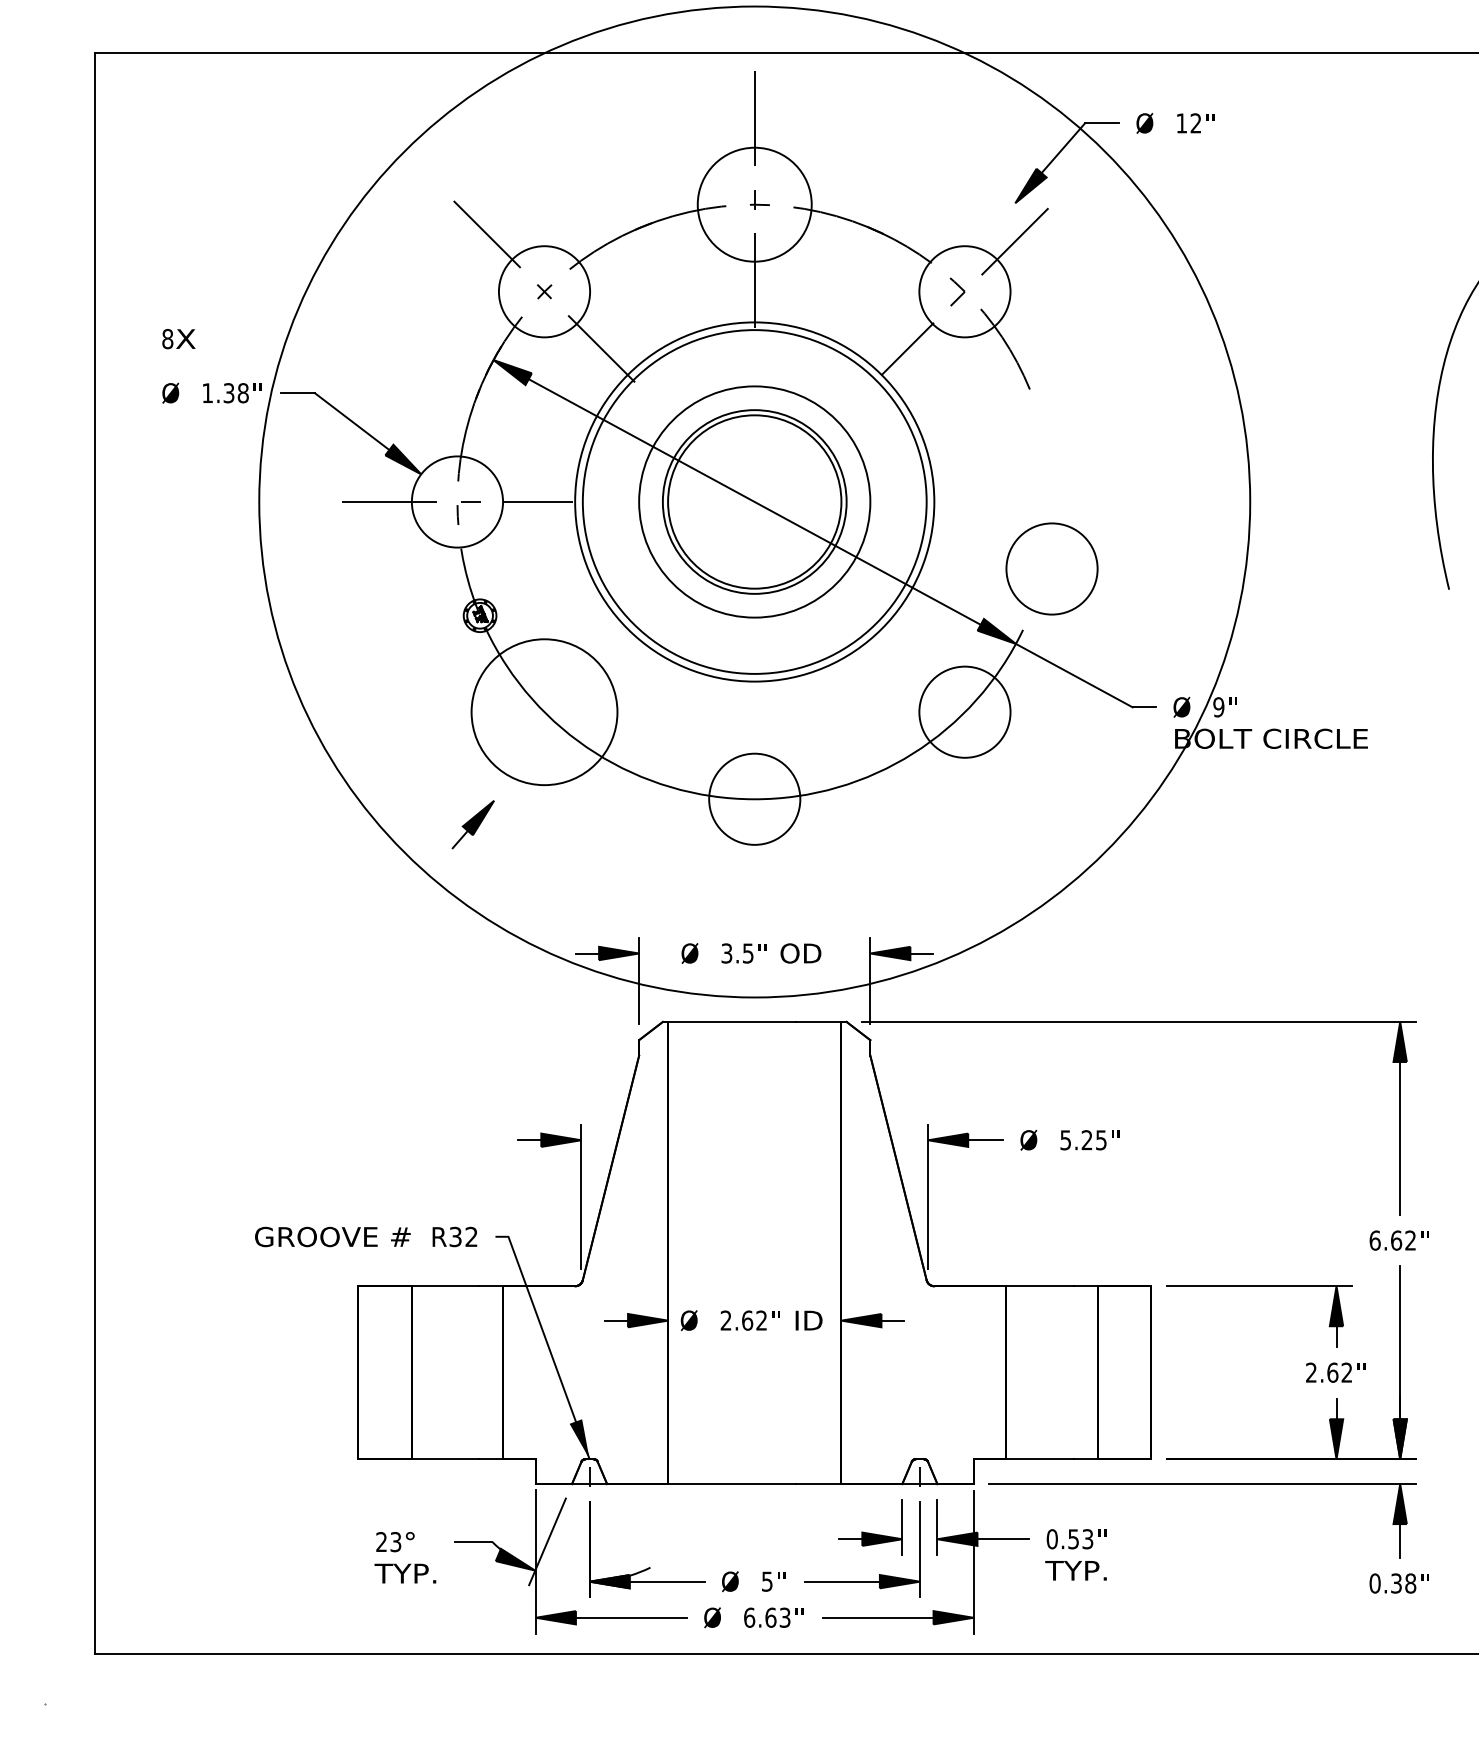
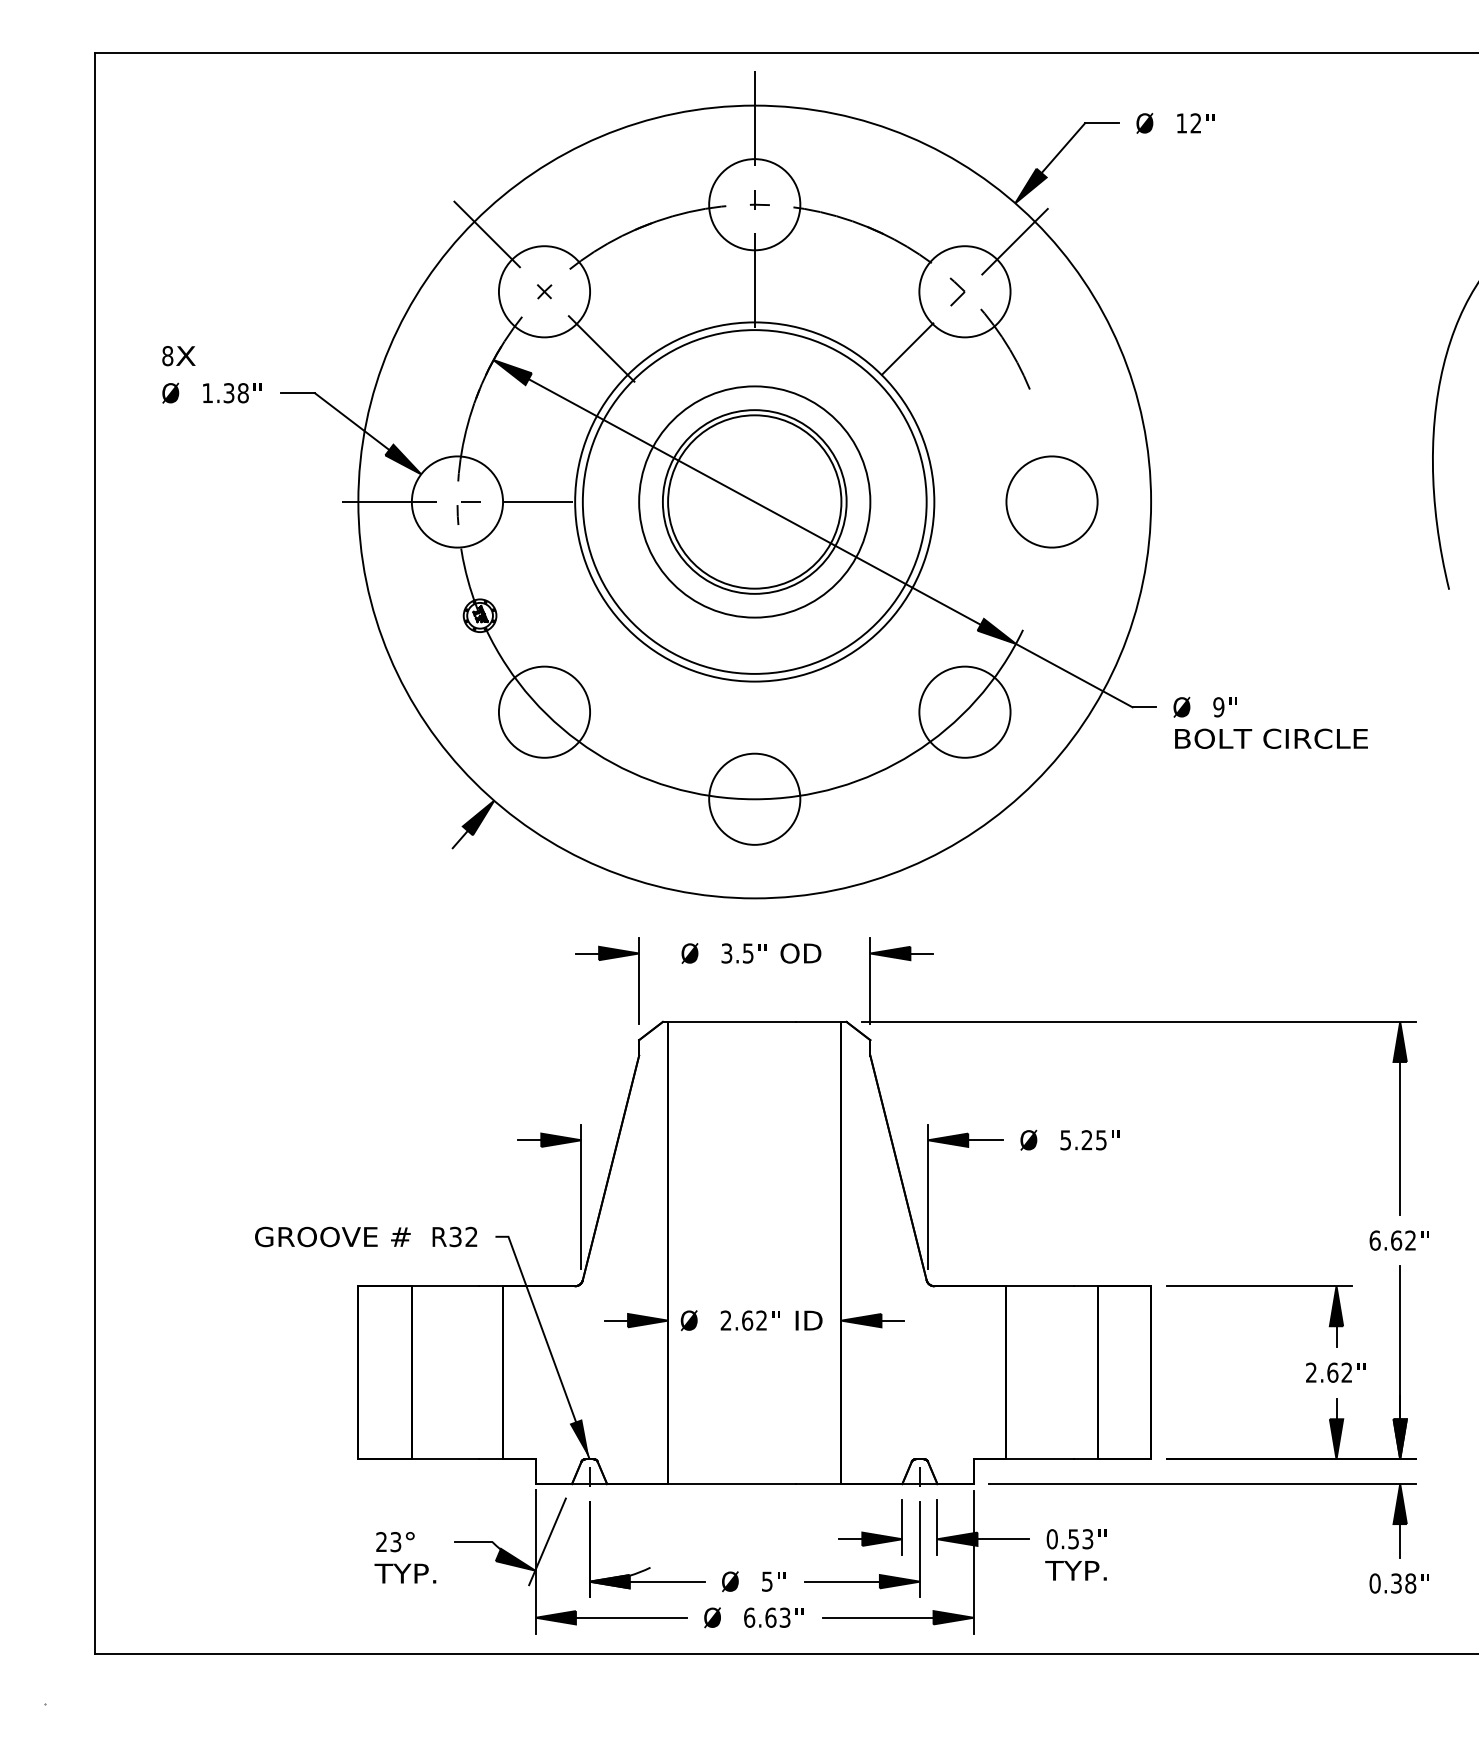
circle at (754, 204) diameter: 114 px -> 91 px
text at (178, 339) position: (178, 339) -> (178, 356)
circle at (754, 501) diameter: 991 px -> 793 px
circle at (1051, 568) position: (1051, 568) -> (1051, 501)
circle at (544, 712) diameter: 146 px -> 91 px
